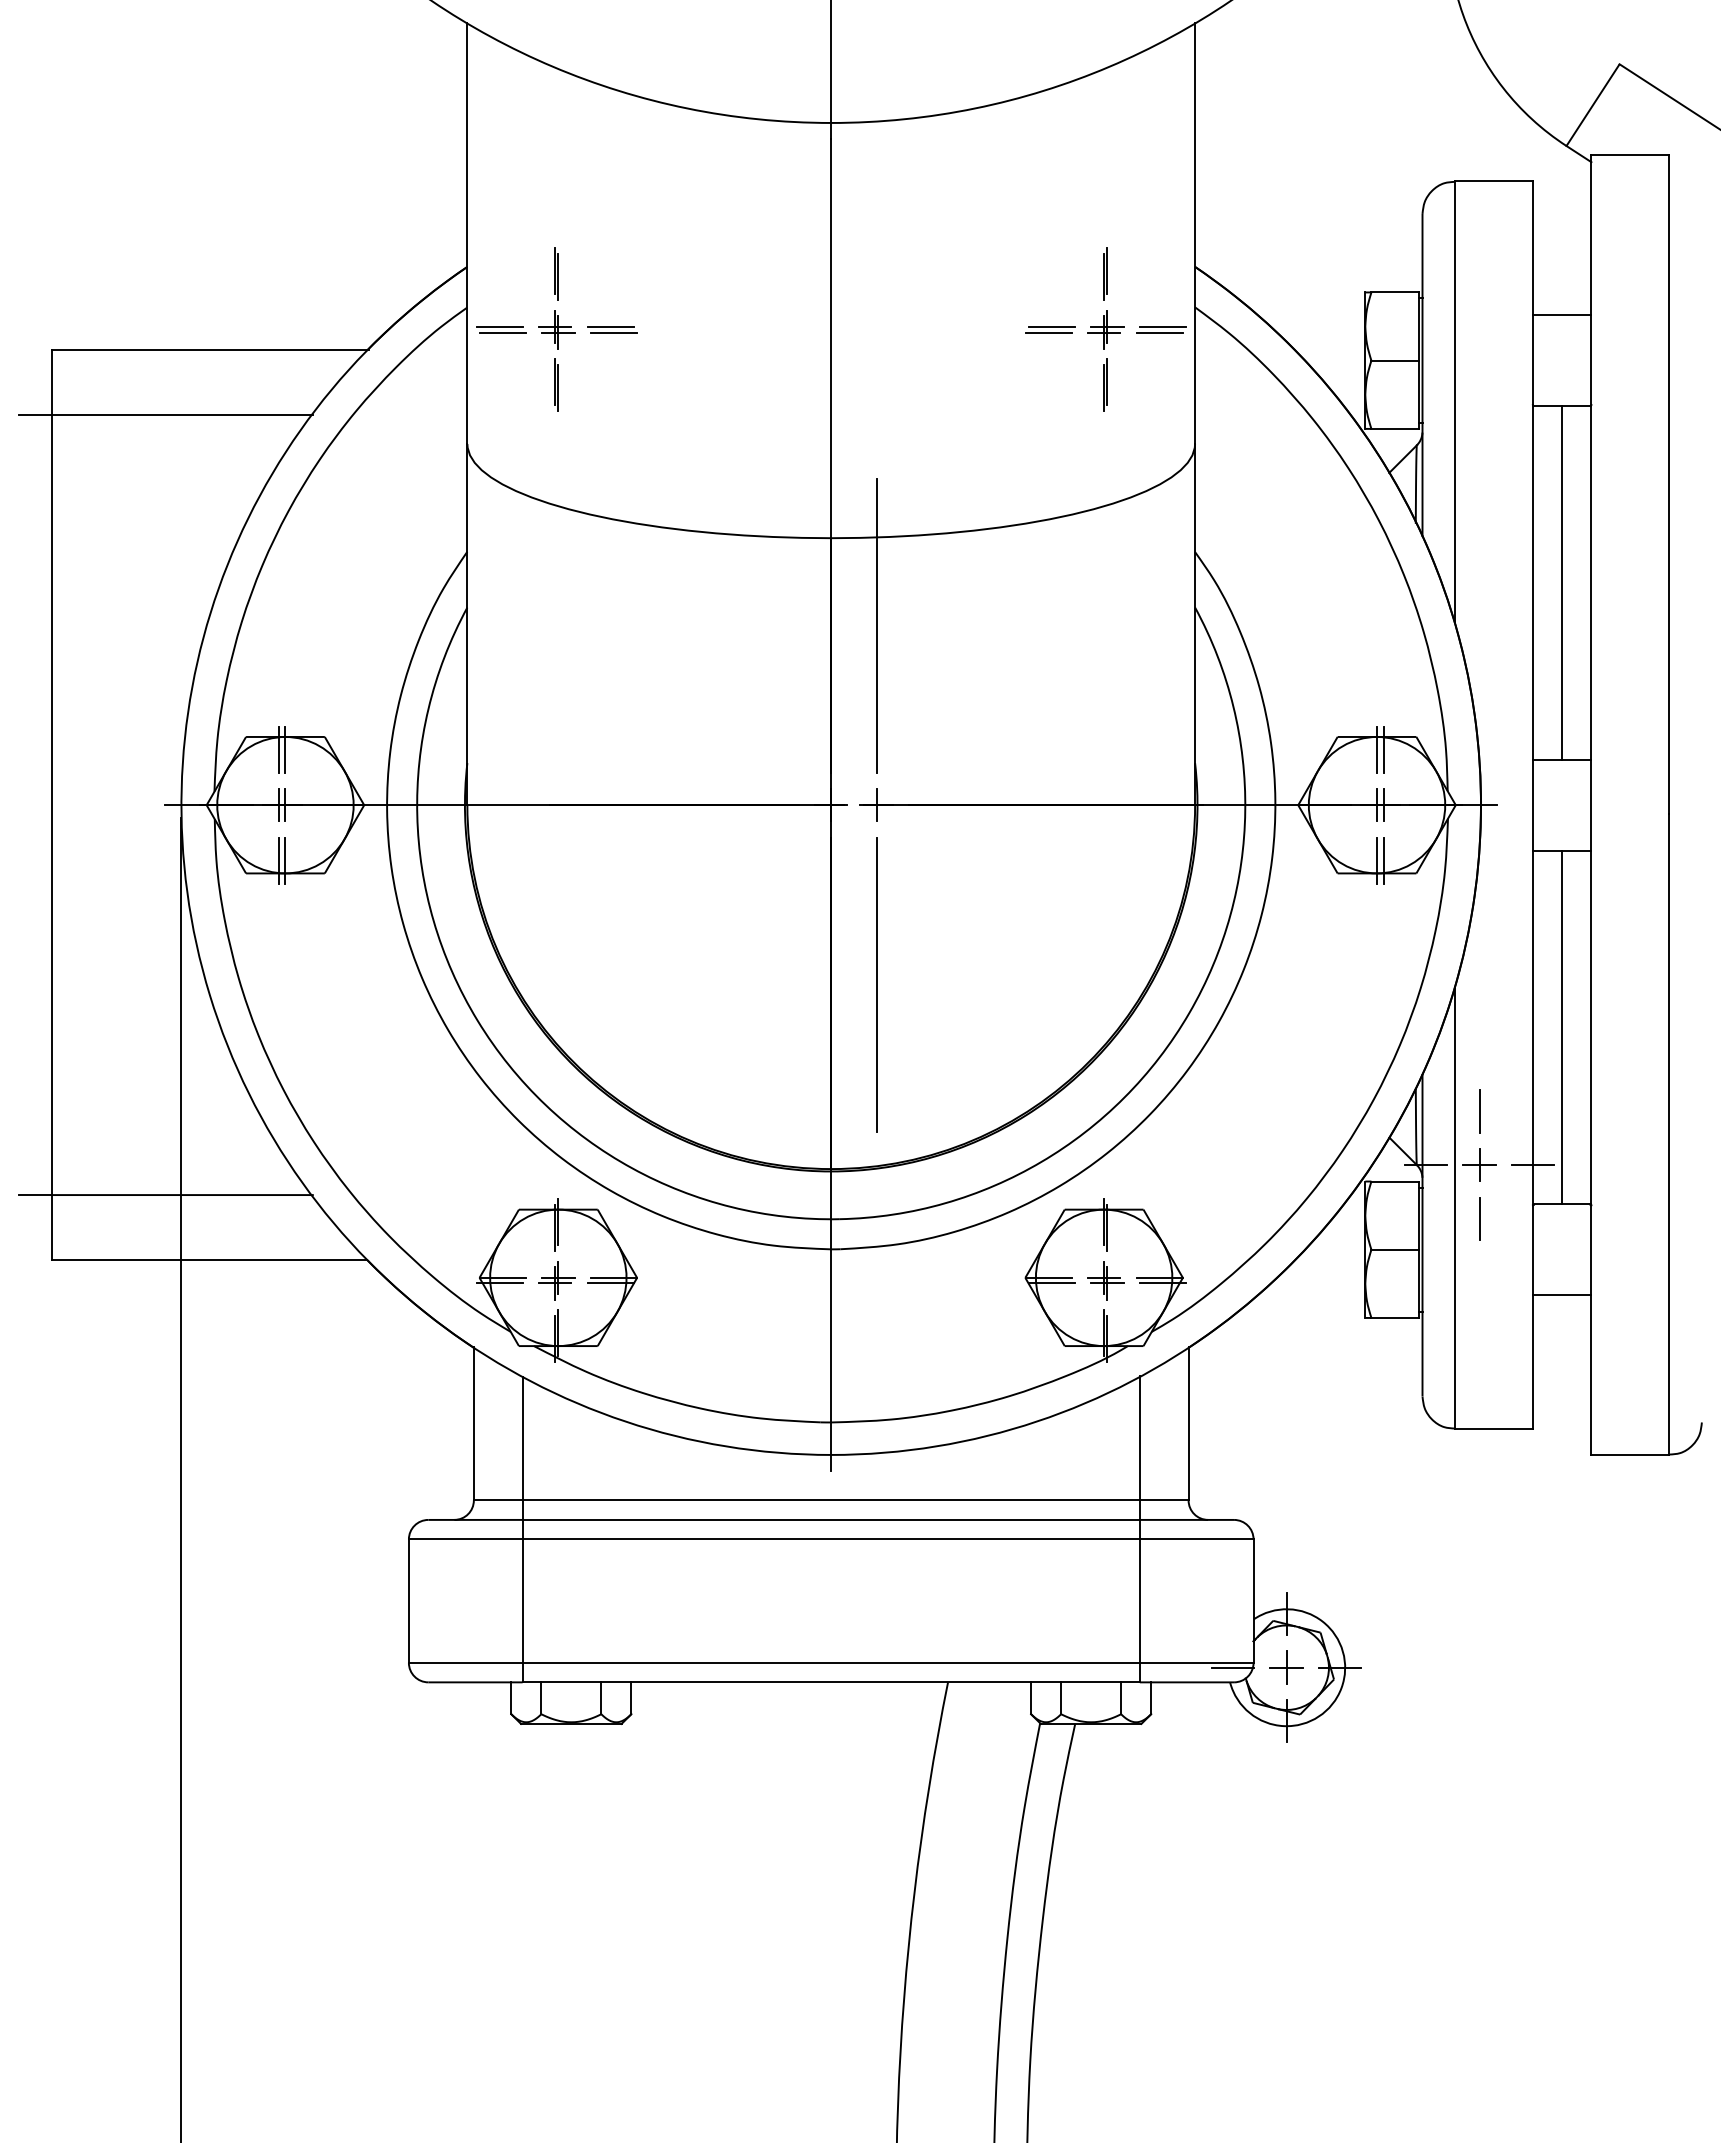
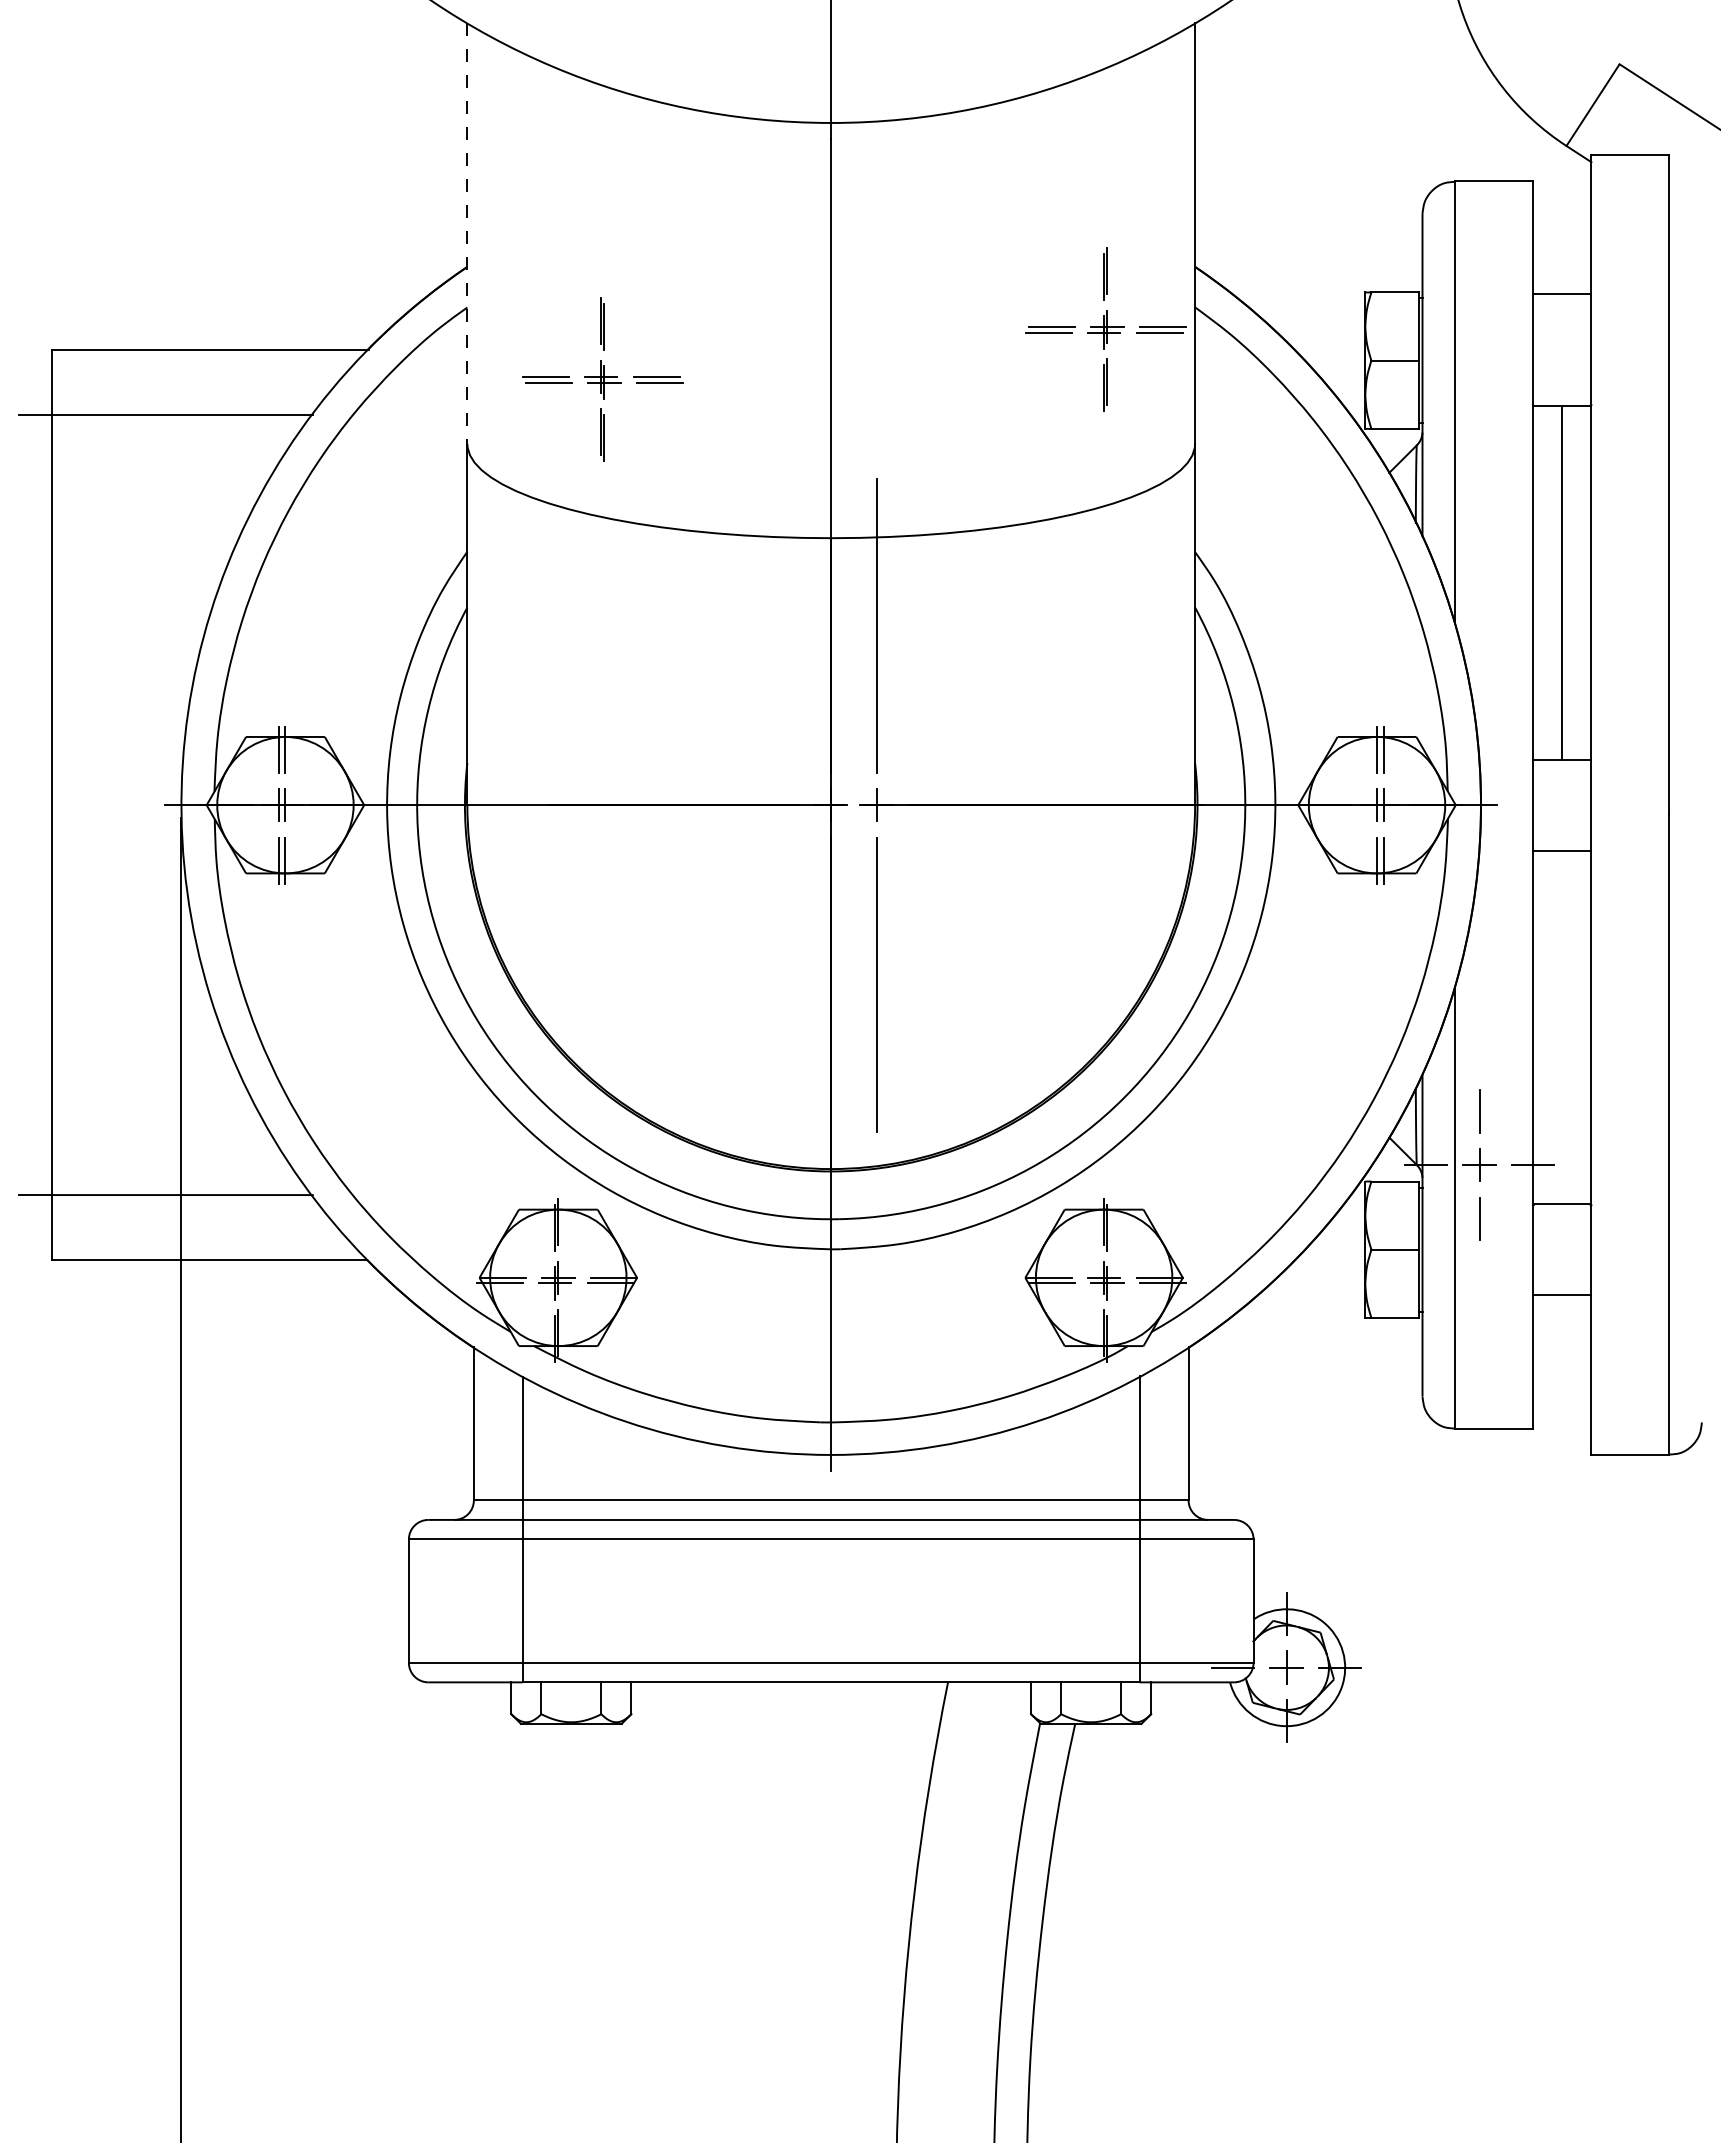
line at (467, 234): solid -> dashed
line at (1561, 315) position: (1561, 315) -> (1561, 294)
part at (556, 329) position: (556, 329) -> (602, 379)
line at (1562, 1027): present -> none
